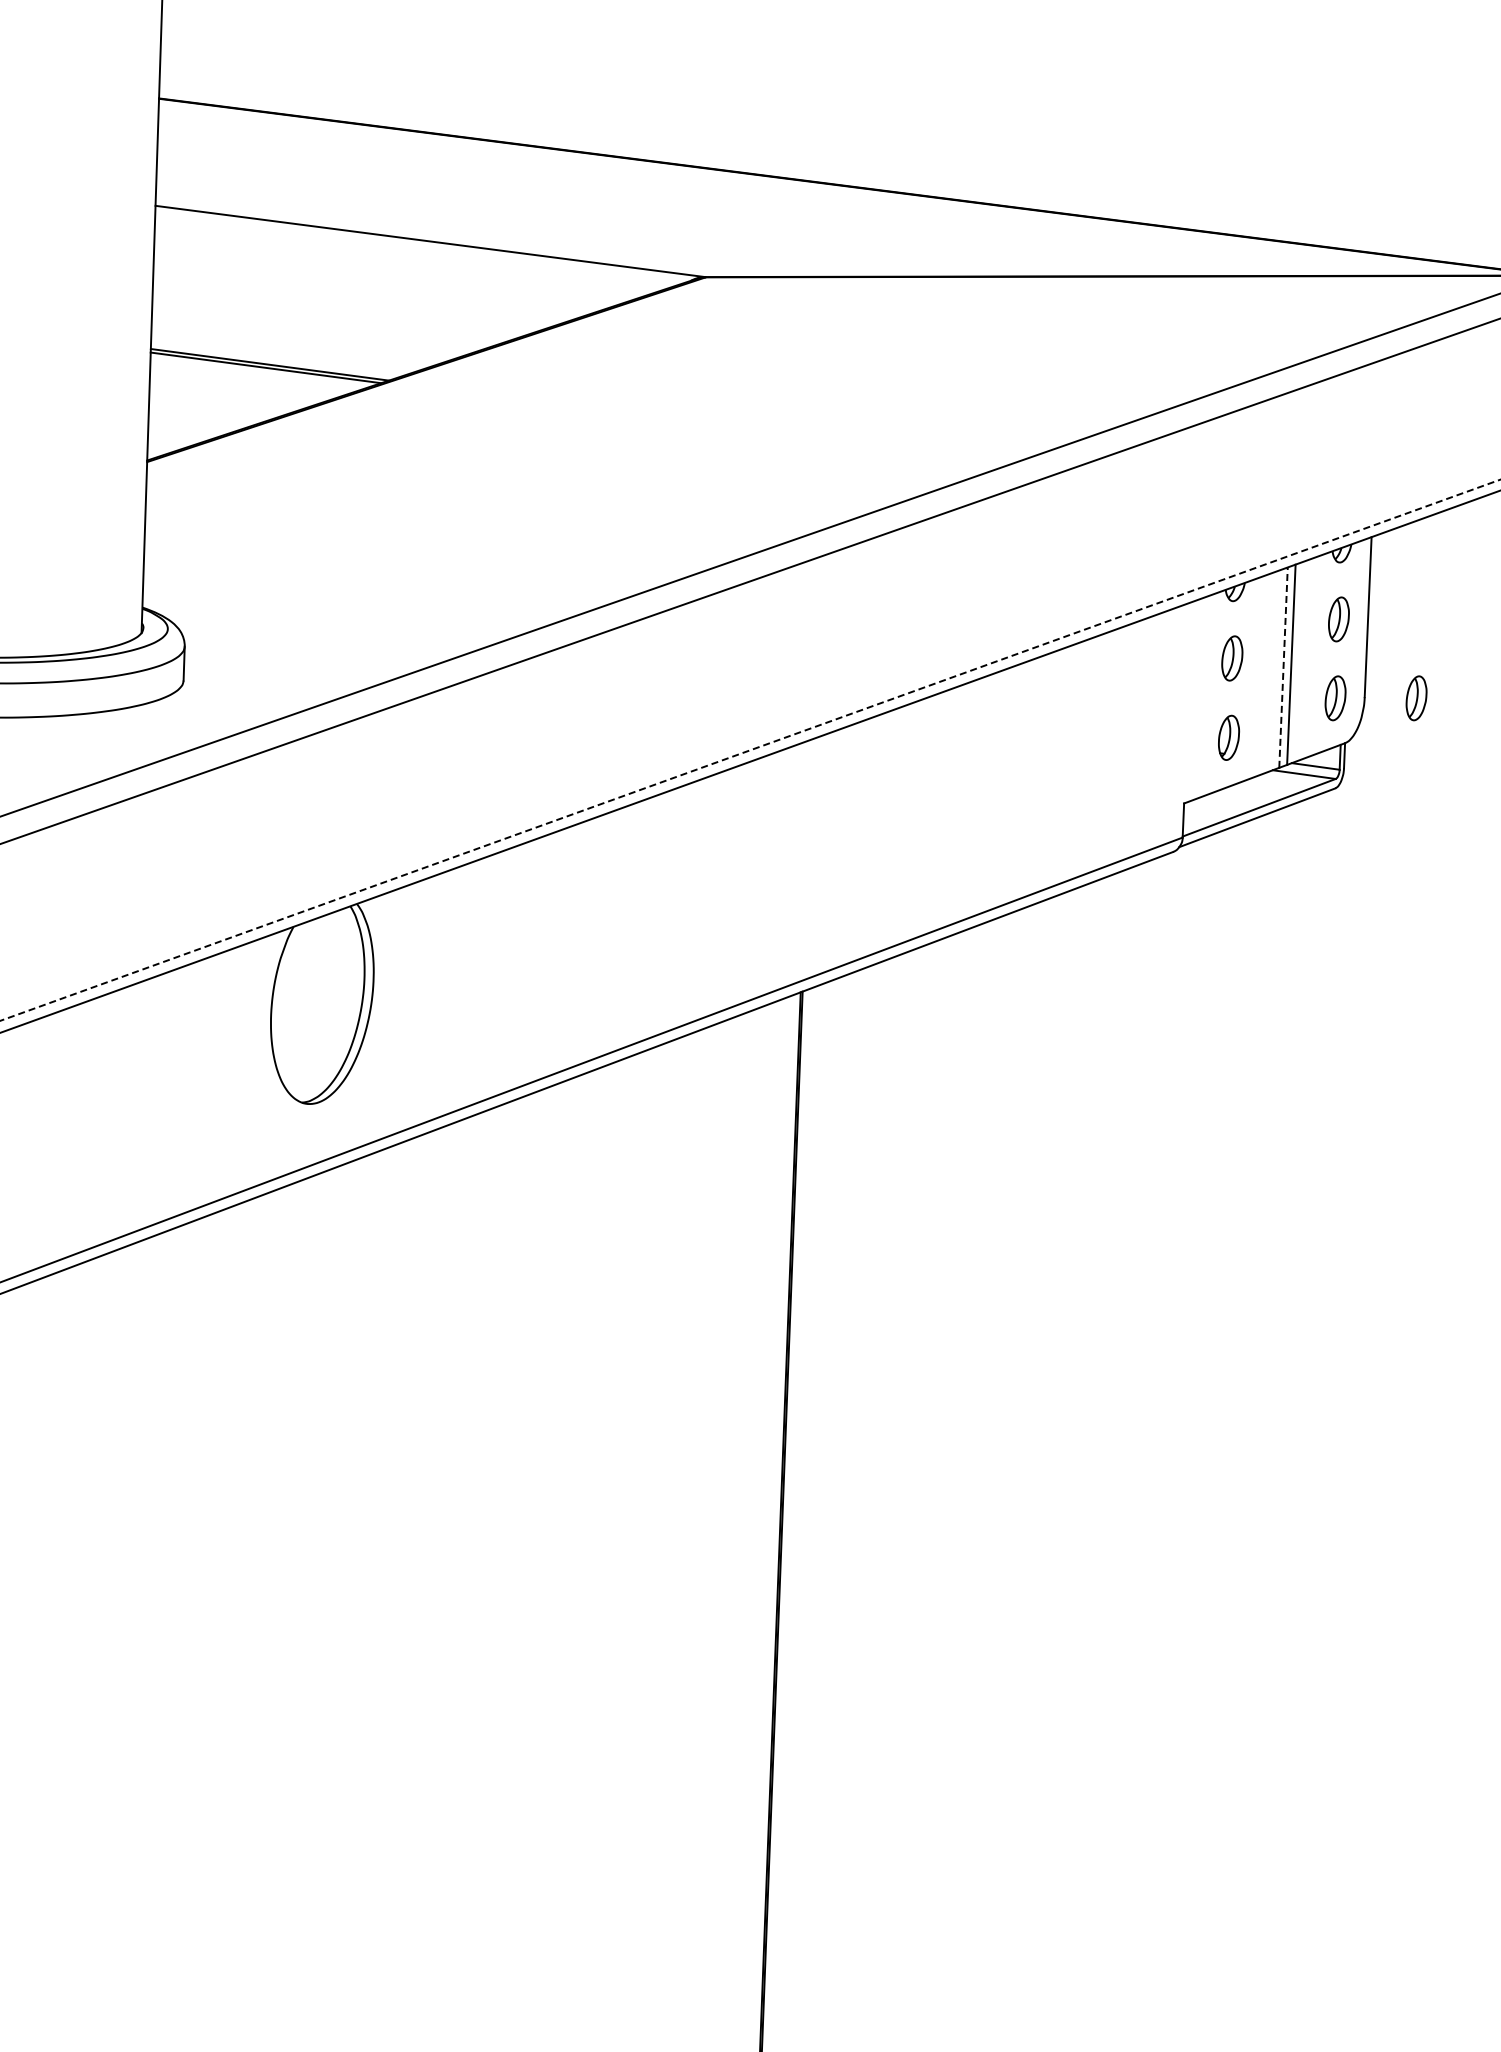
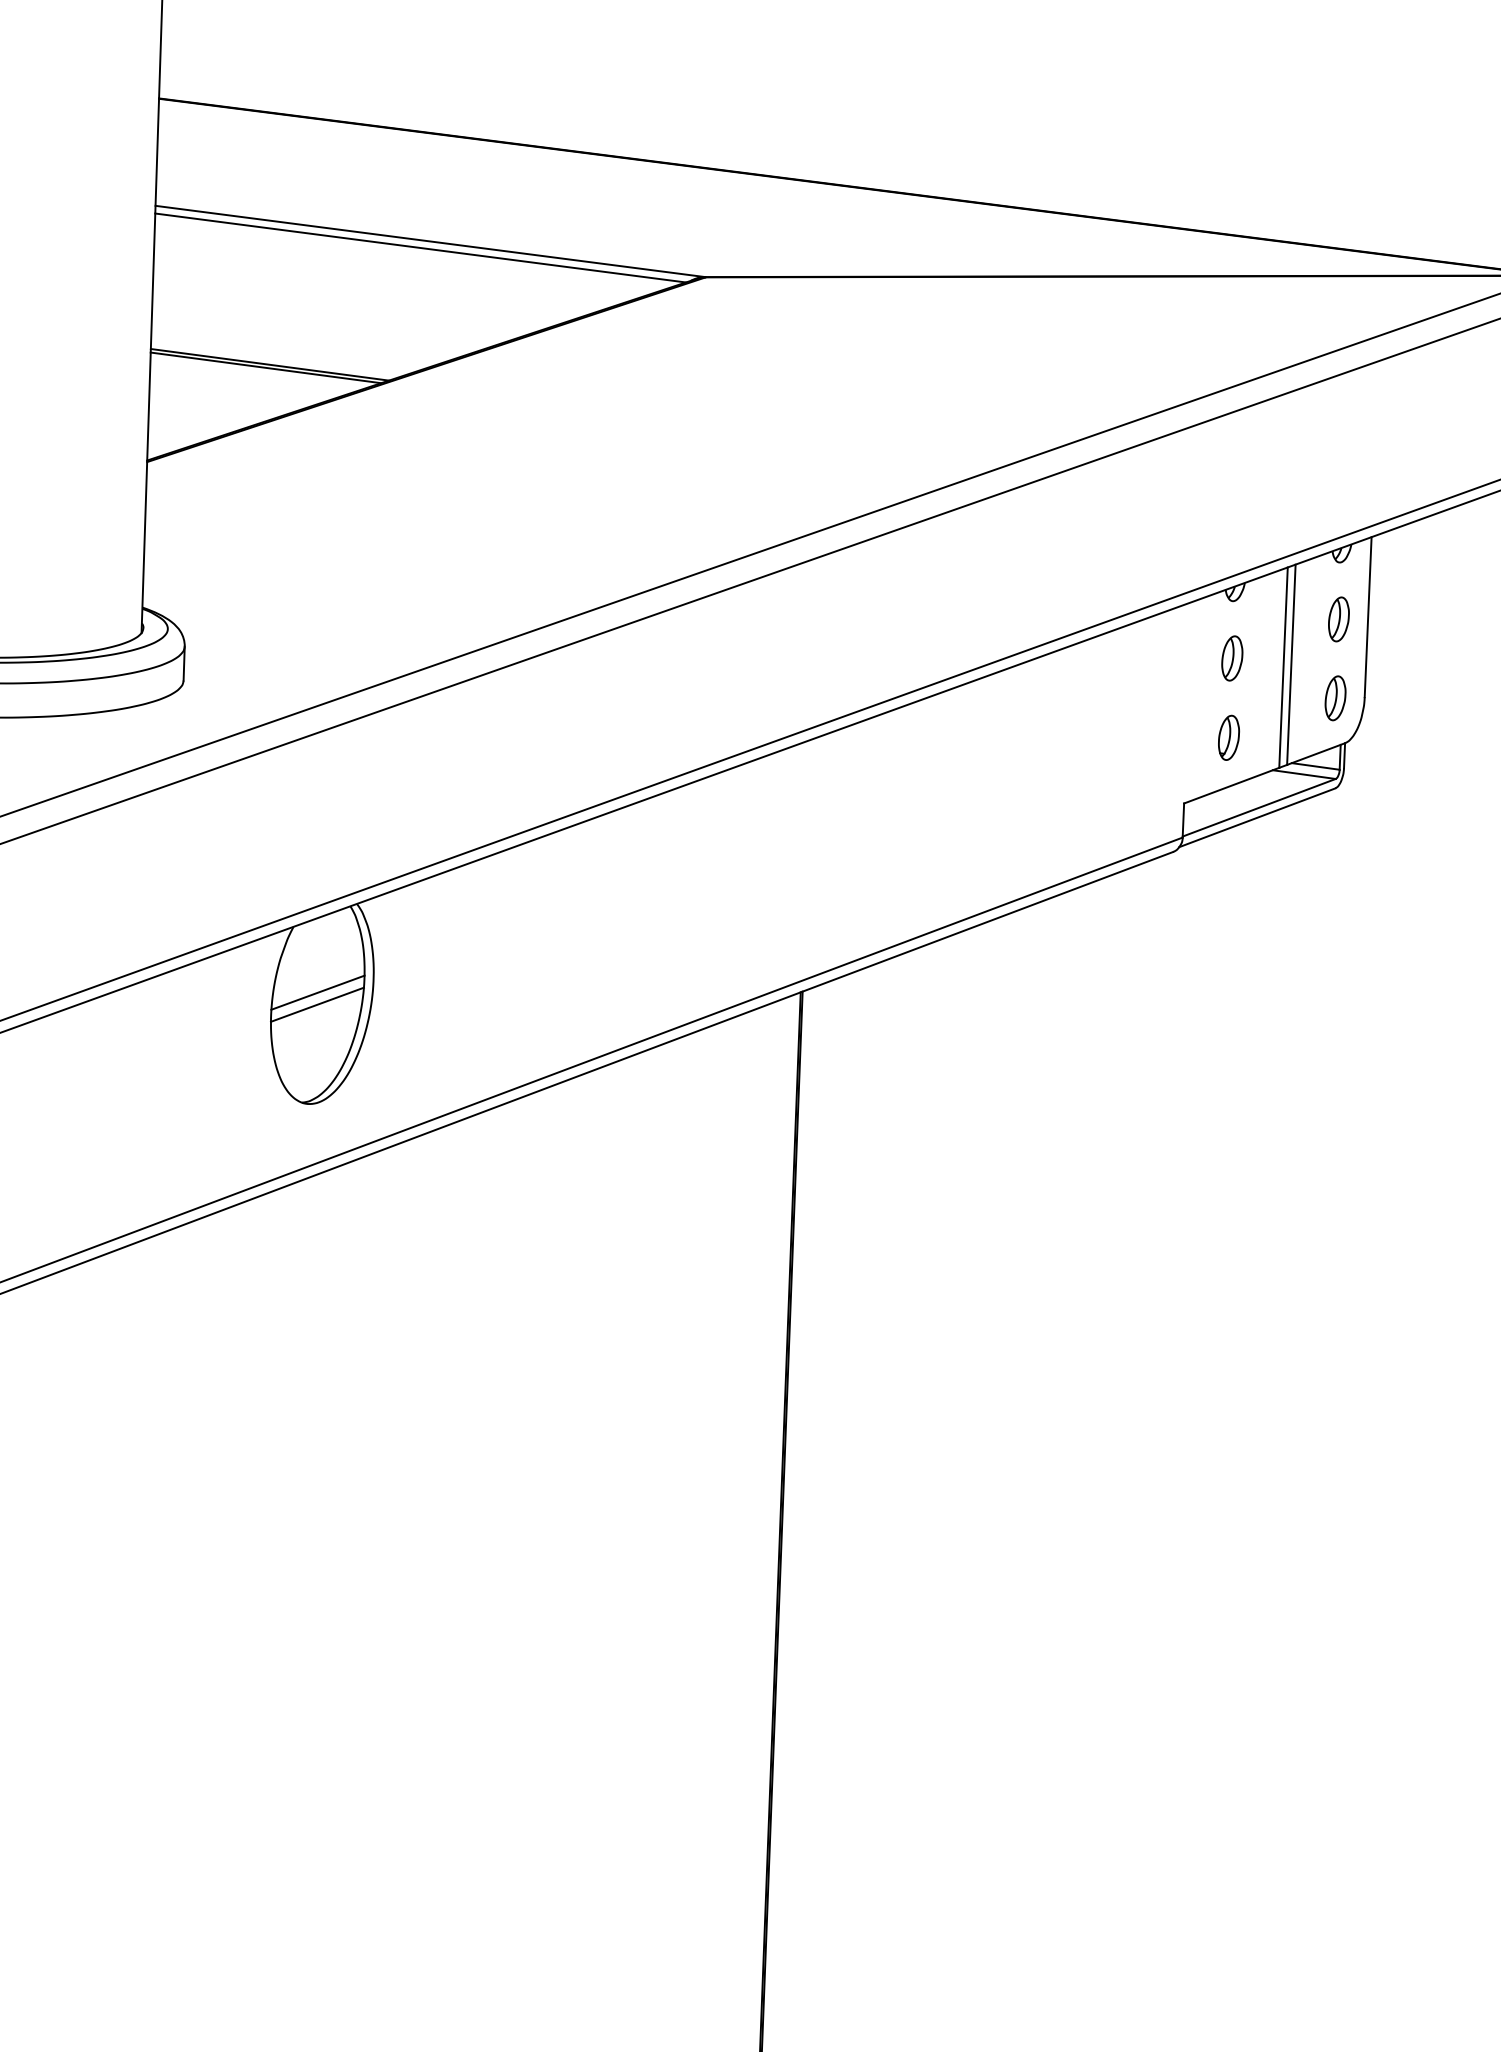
line at (420, 247): none -> present
line at (1283, 667): dashed -> solid
part at (1416, 698): present -> none
line at (750, 750): dashed -> solid
line at (317, 992): none -> present
line at (317, 1004): none -> present
